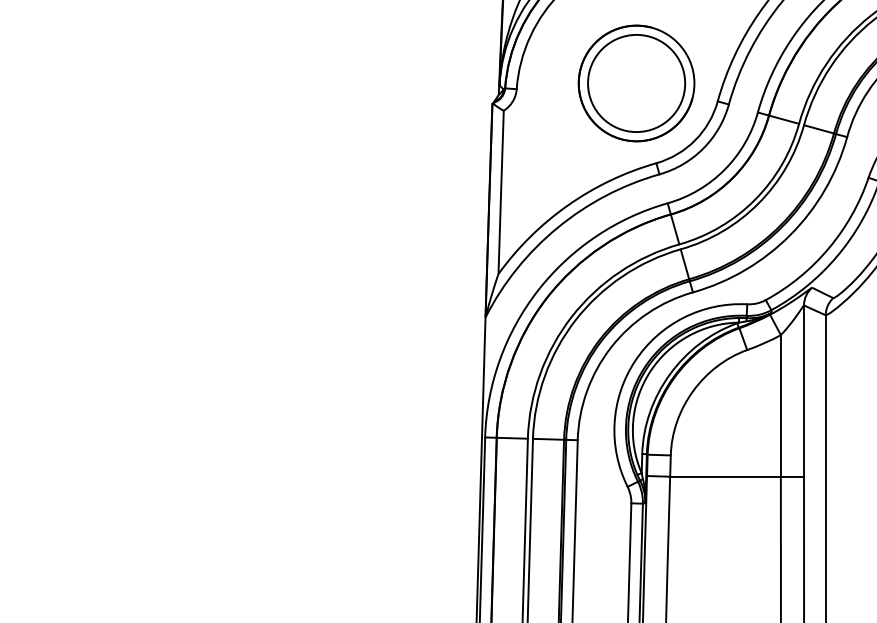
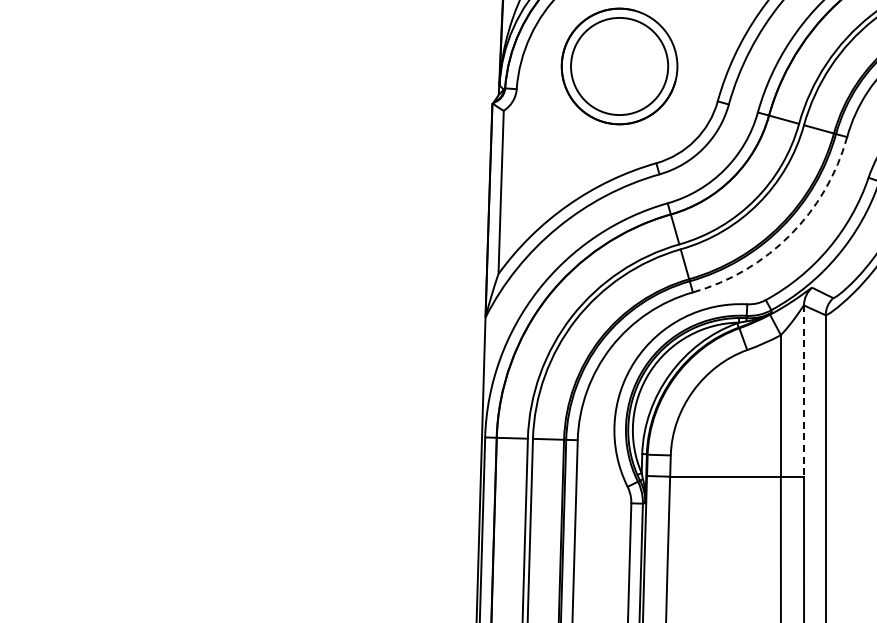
part at (636, 83) position: (636, 83) -> (619, 66)
arc at (790, 235): solid -> dashed
line at (804, 391): solid -> dashed
